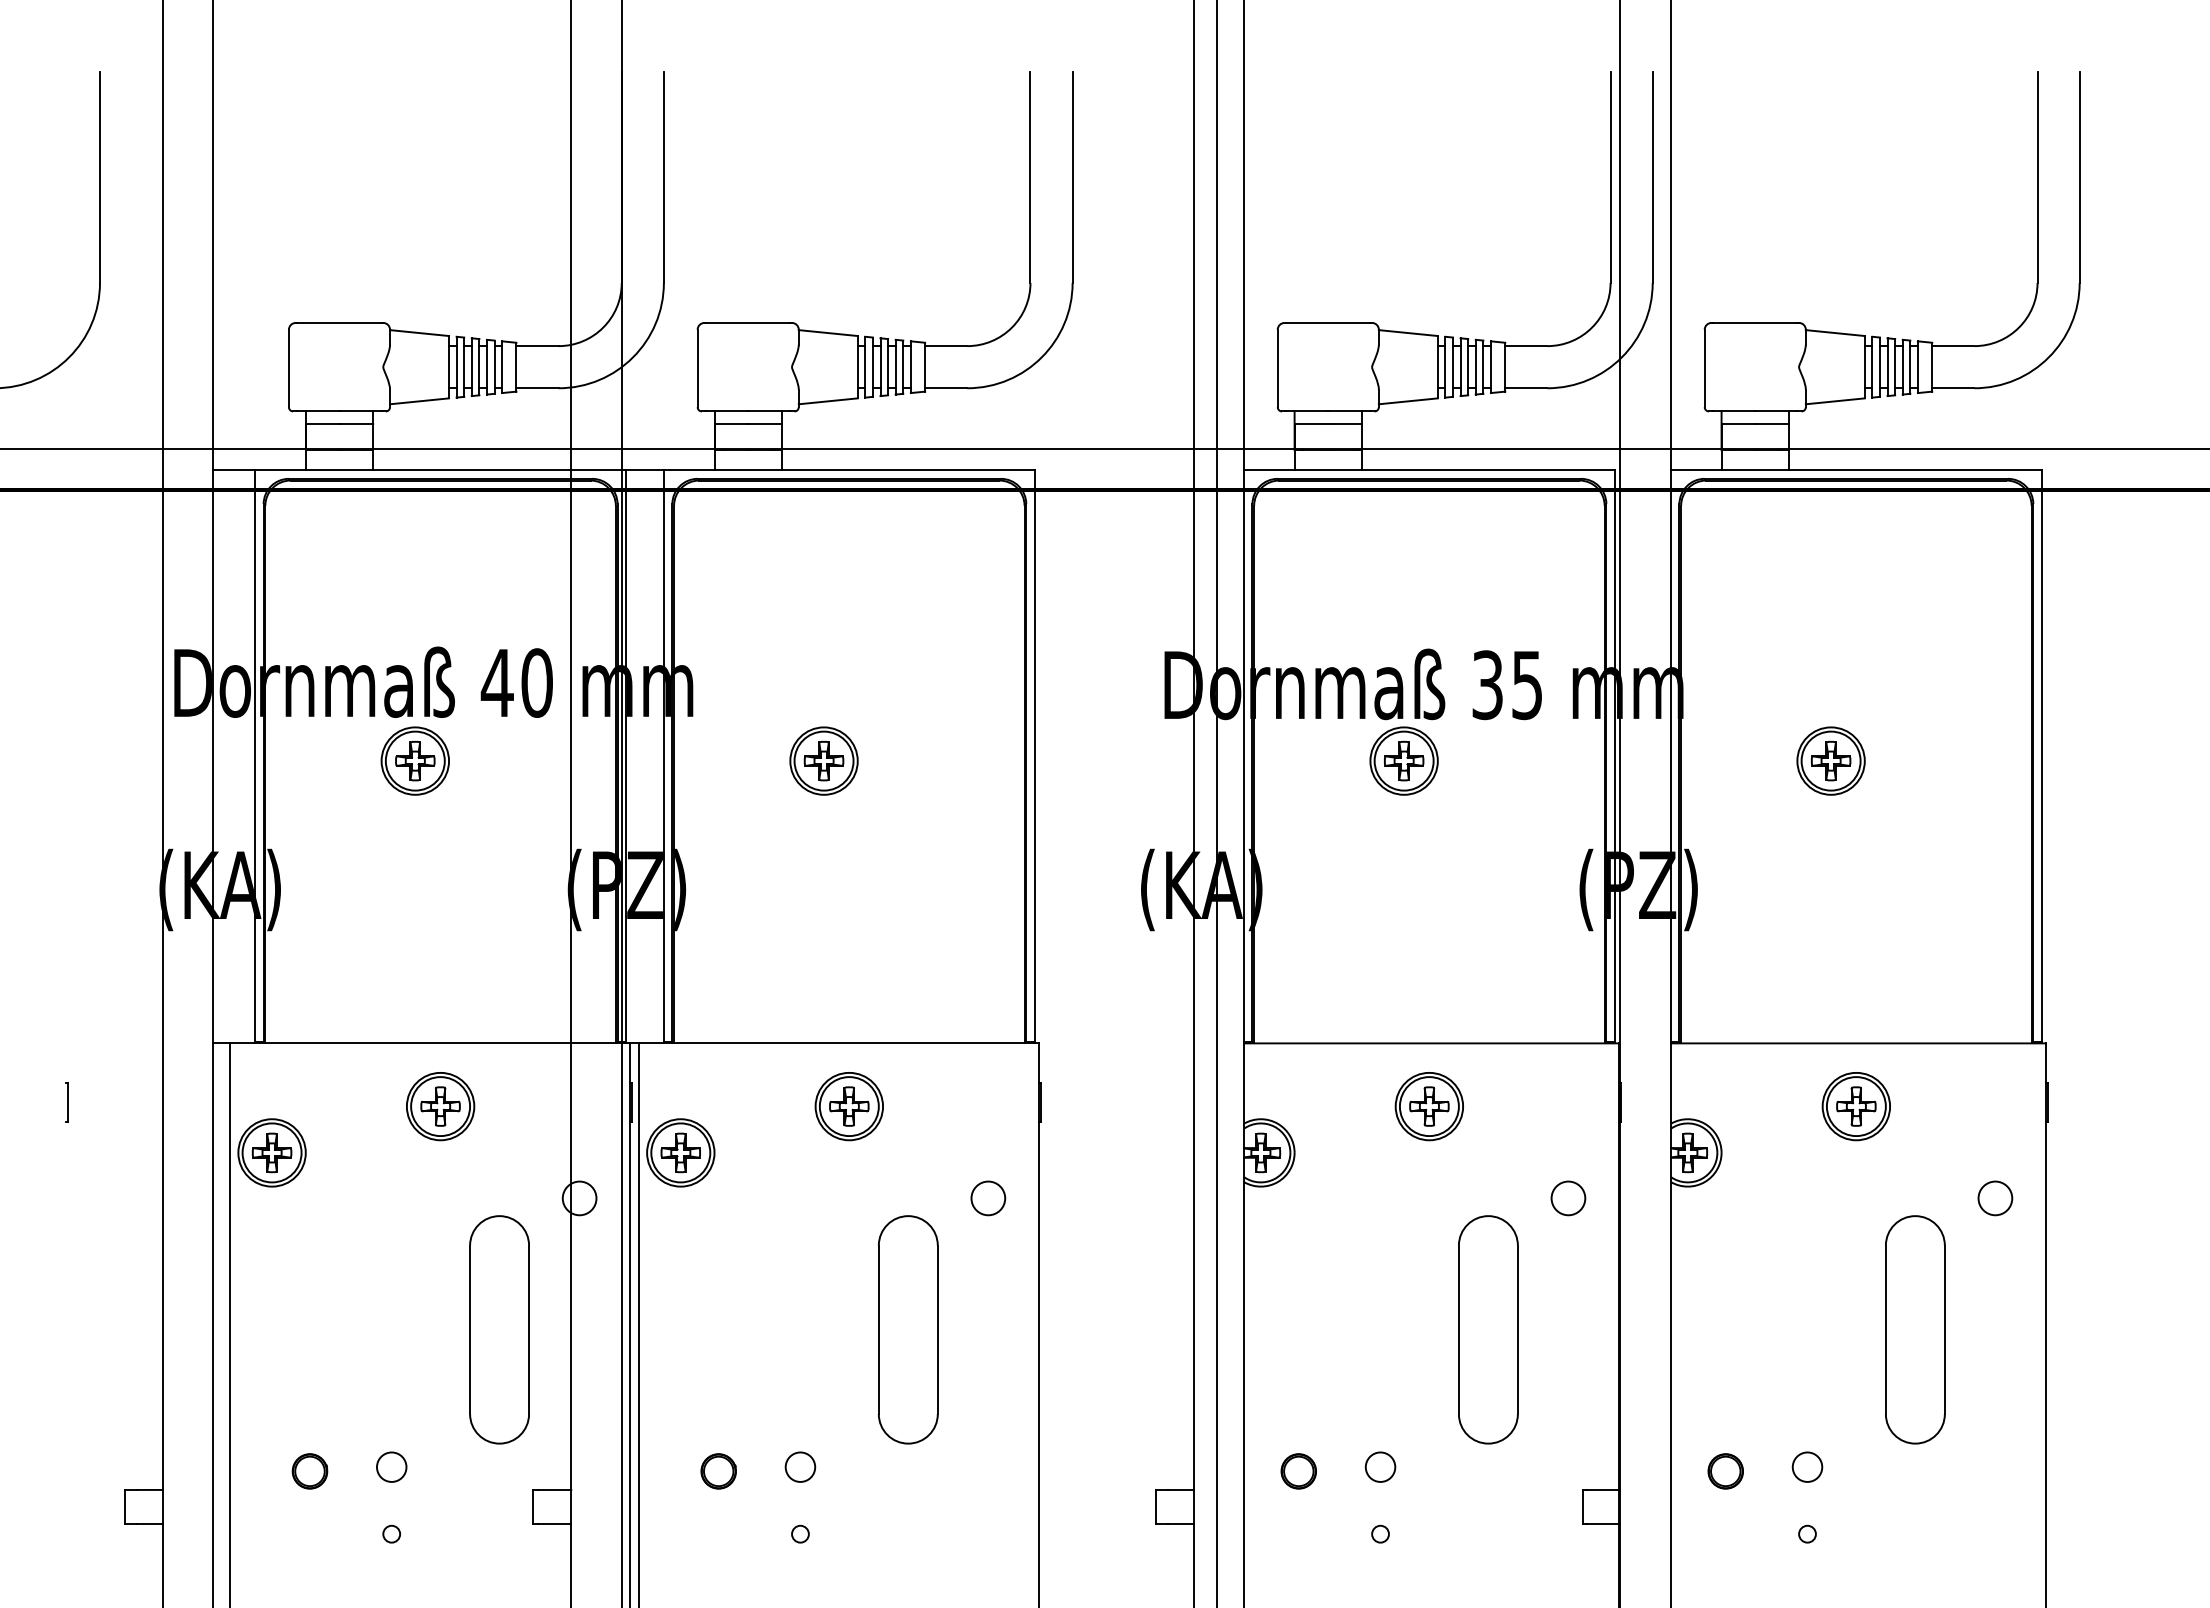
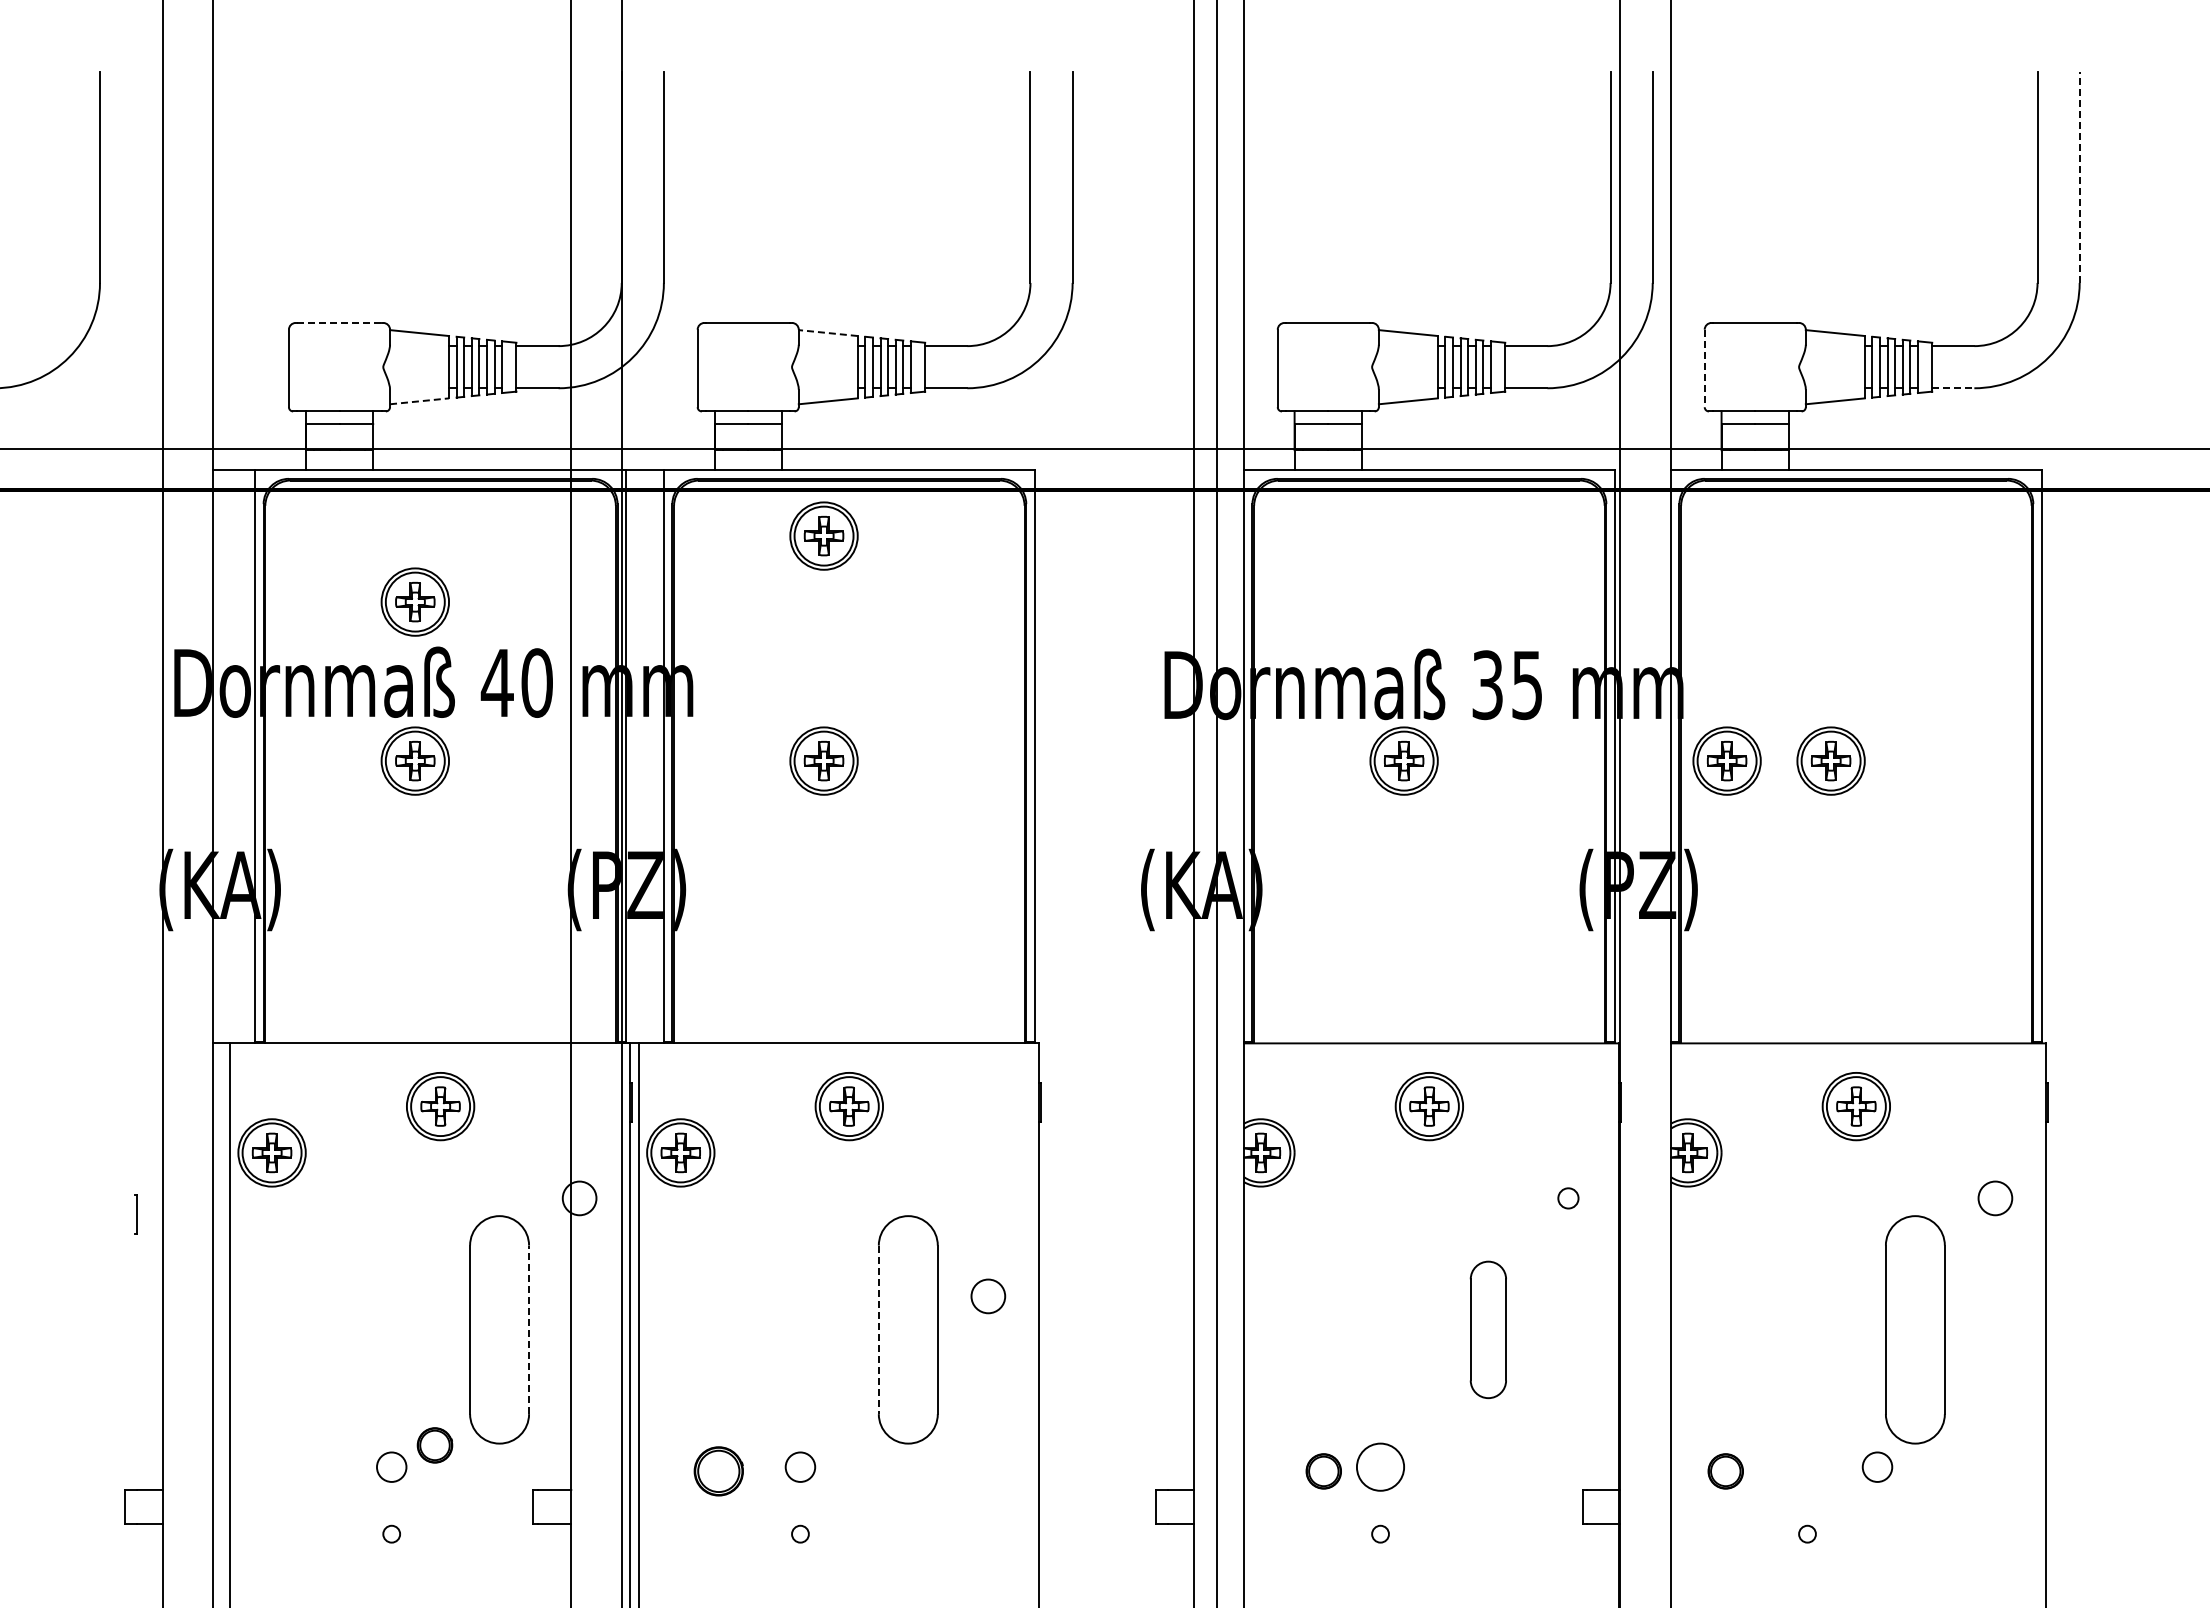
line at (2079, 177): solid -> dashed
line at (339, 322): solid -> dashed
line at (828, 333): solid -> dashed
line at (1704, 368): solid -> dashed
line at (1953, 388): solid -> dashed
line at (419, 401): solid -> dashed
part at (823, 535): none -> present
part at (414, 601): none -> present
part at (1726, 760): none -> present
part at (66, 1102) position: (66, 1102) -> (135, 1214)
circle at (988, 1198) position: (988, 1198) -> (988, 1296)
circle at (1568, 1198) diameter: 34 px -> 20 px
line at (529, 1329): solid -> dashed
part at (1488, 1329) size: 61x230 px -> 38x140 px
line at (878, 1330): solid -> dashed
circle at (1380, 1466) diameter: 29 px -> 47 px
circle at (1807, 1466) position: (1807, 1466) -> (1877, 1466)
part at (309, 1471) position: (309, 1471) -> (434, 1445)
part at (718, 1471) size: 37x37 px -> 51x51 px
part at (1298, 1471) position: (1298, 1471) -> (1323, 1471)
